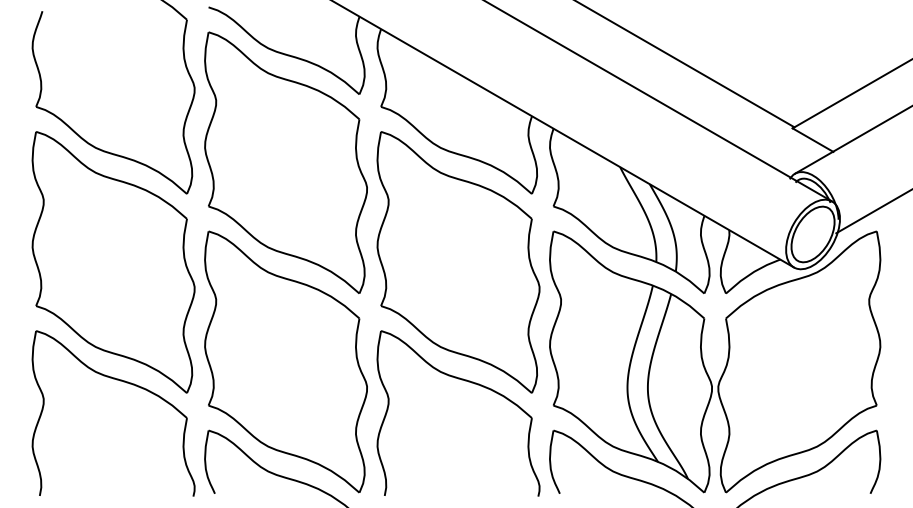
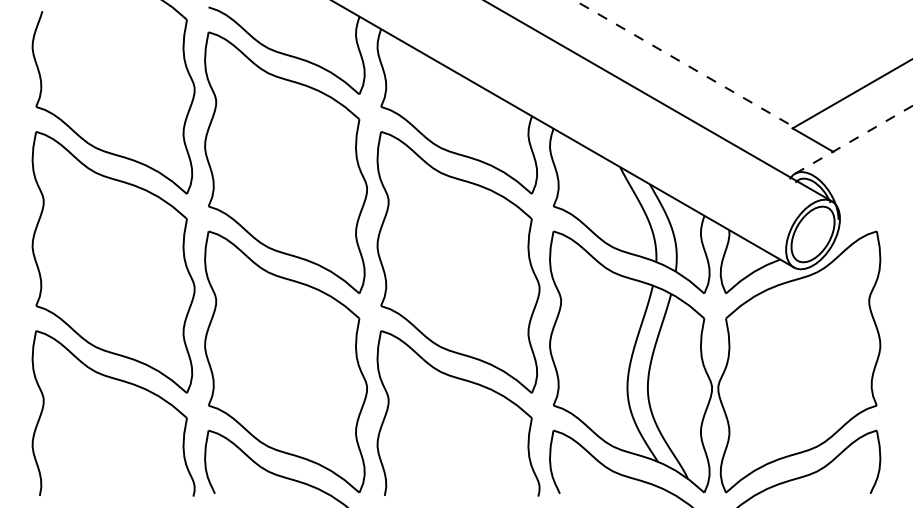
line at (684, 63): solid -> dashed
line at (853, 139): solid -> dashed
line at (872, 211): present -> none
